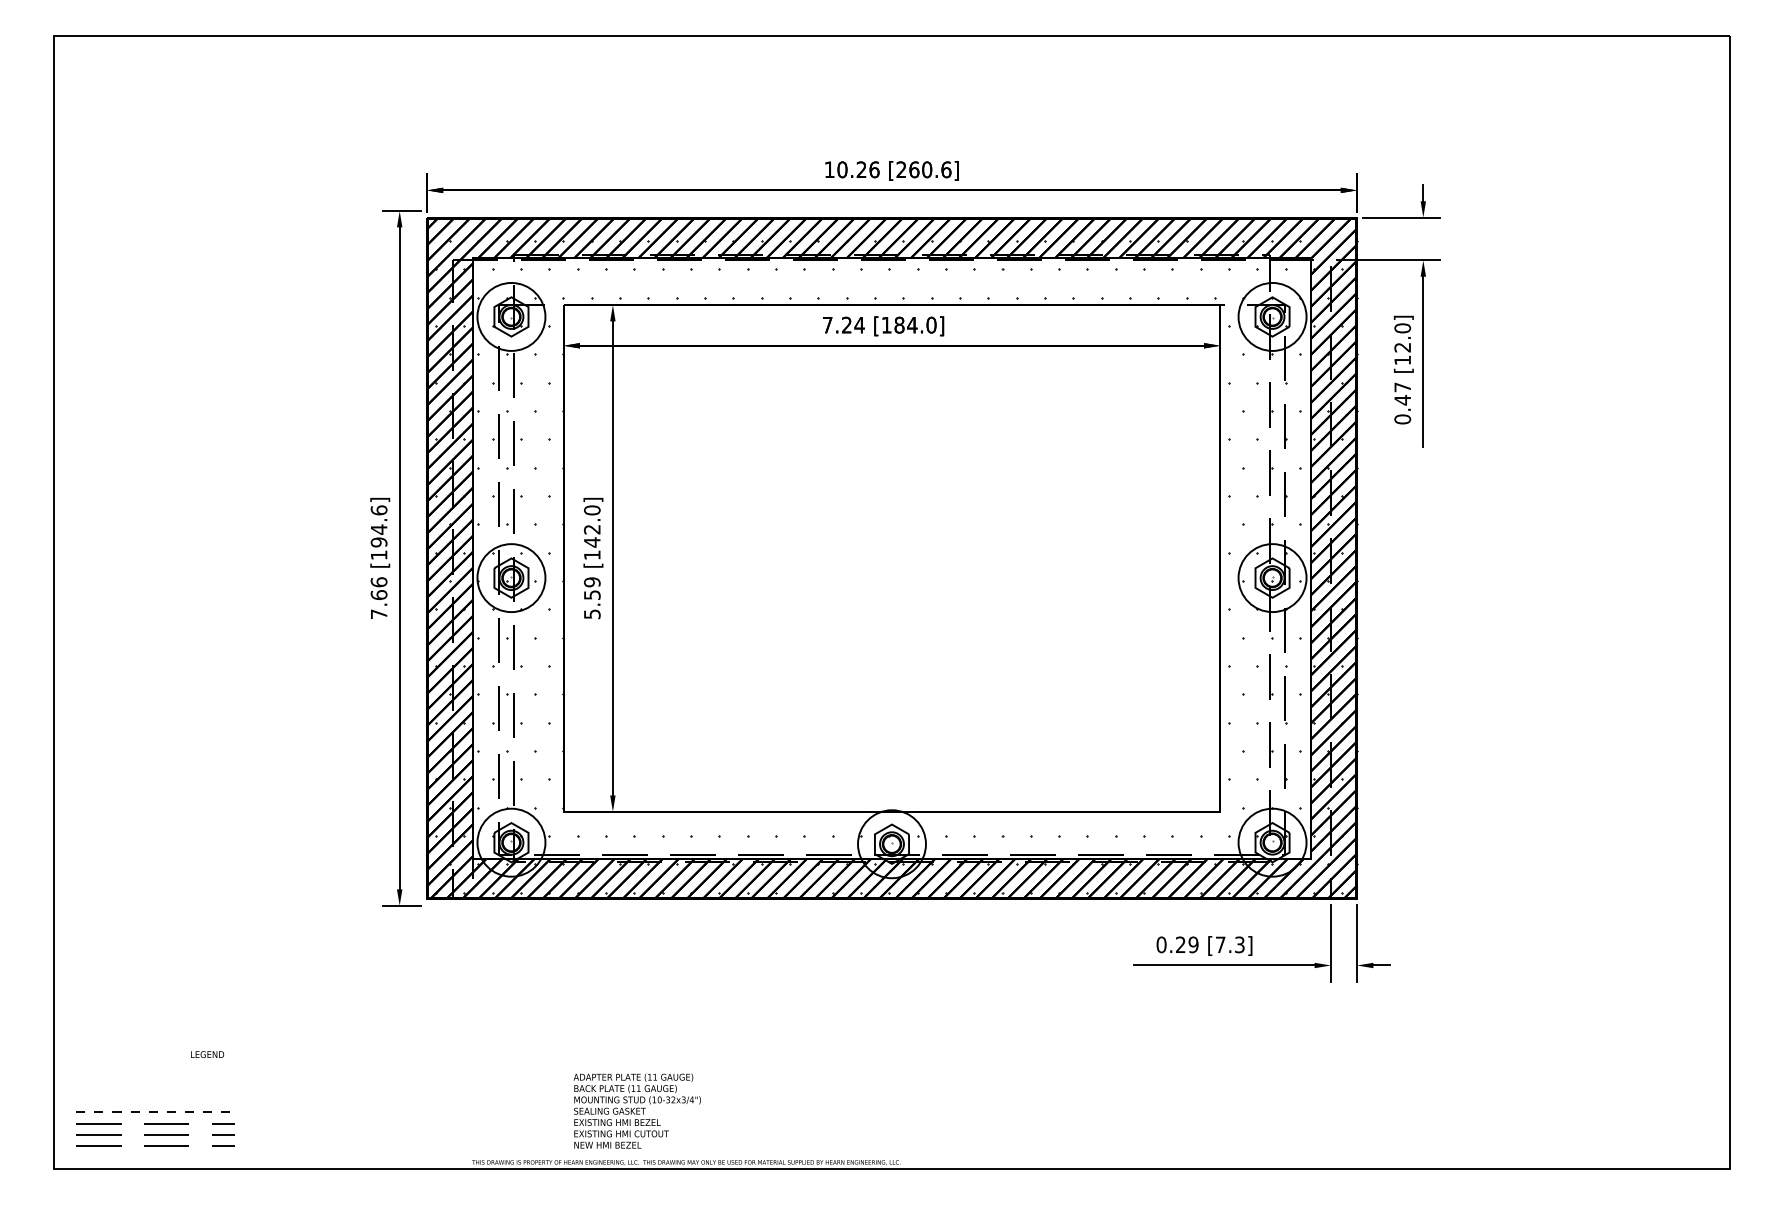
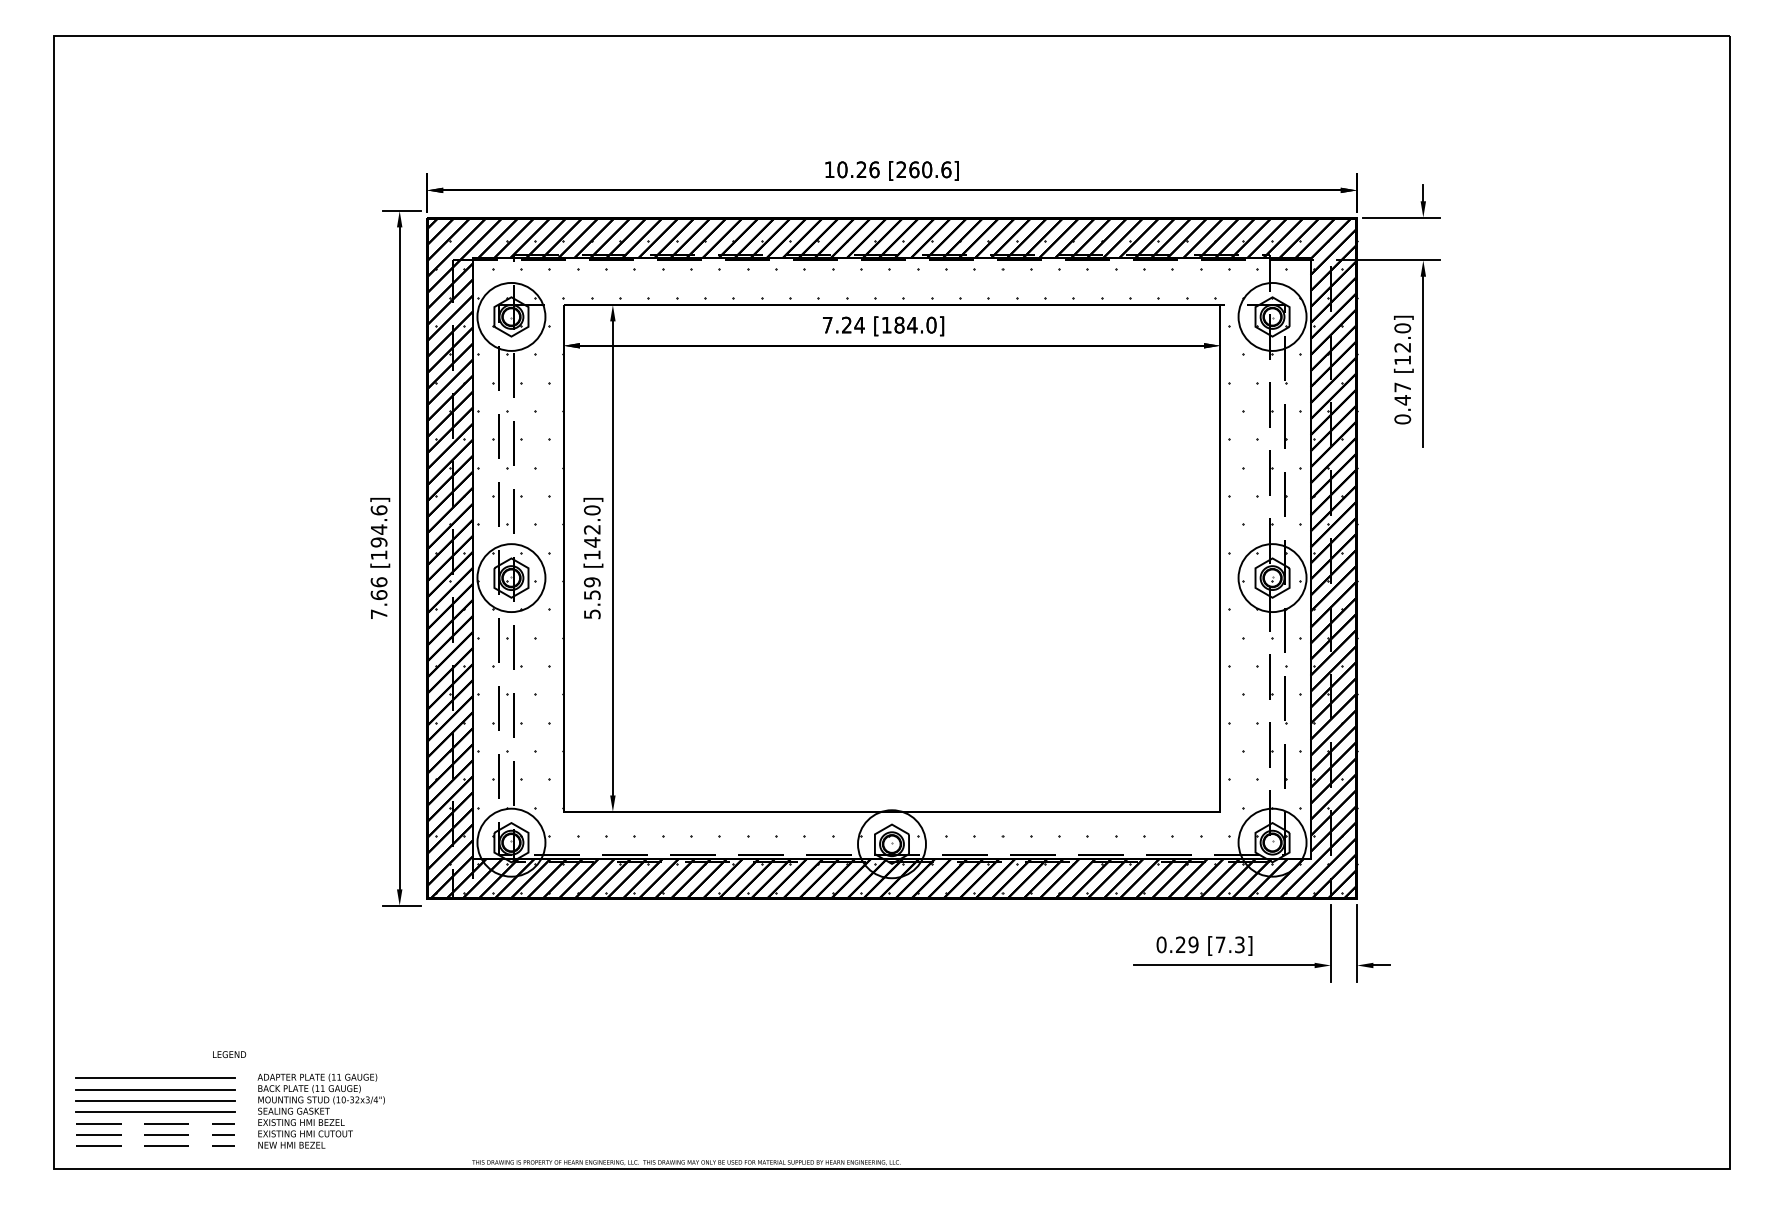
text at (207, 1054) position: (207, 1054) -> (229, 1054)
line at (155, 1078): none -> present
line at (155, 1089): none -> present
line at (155, 1101): none -> present
text at (636, 1110) position: (636, 1110) -> (320, 1110)
line at (155, 1112): dashed -> solid
